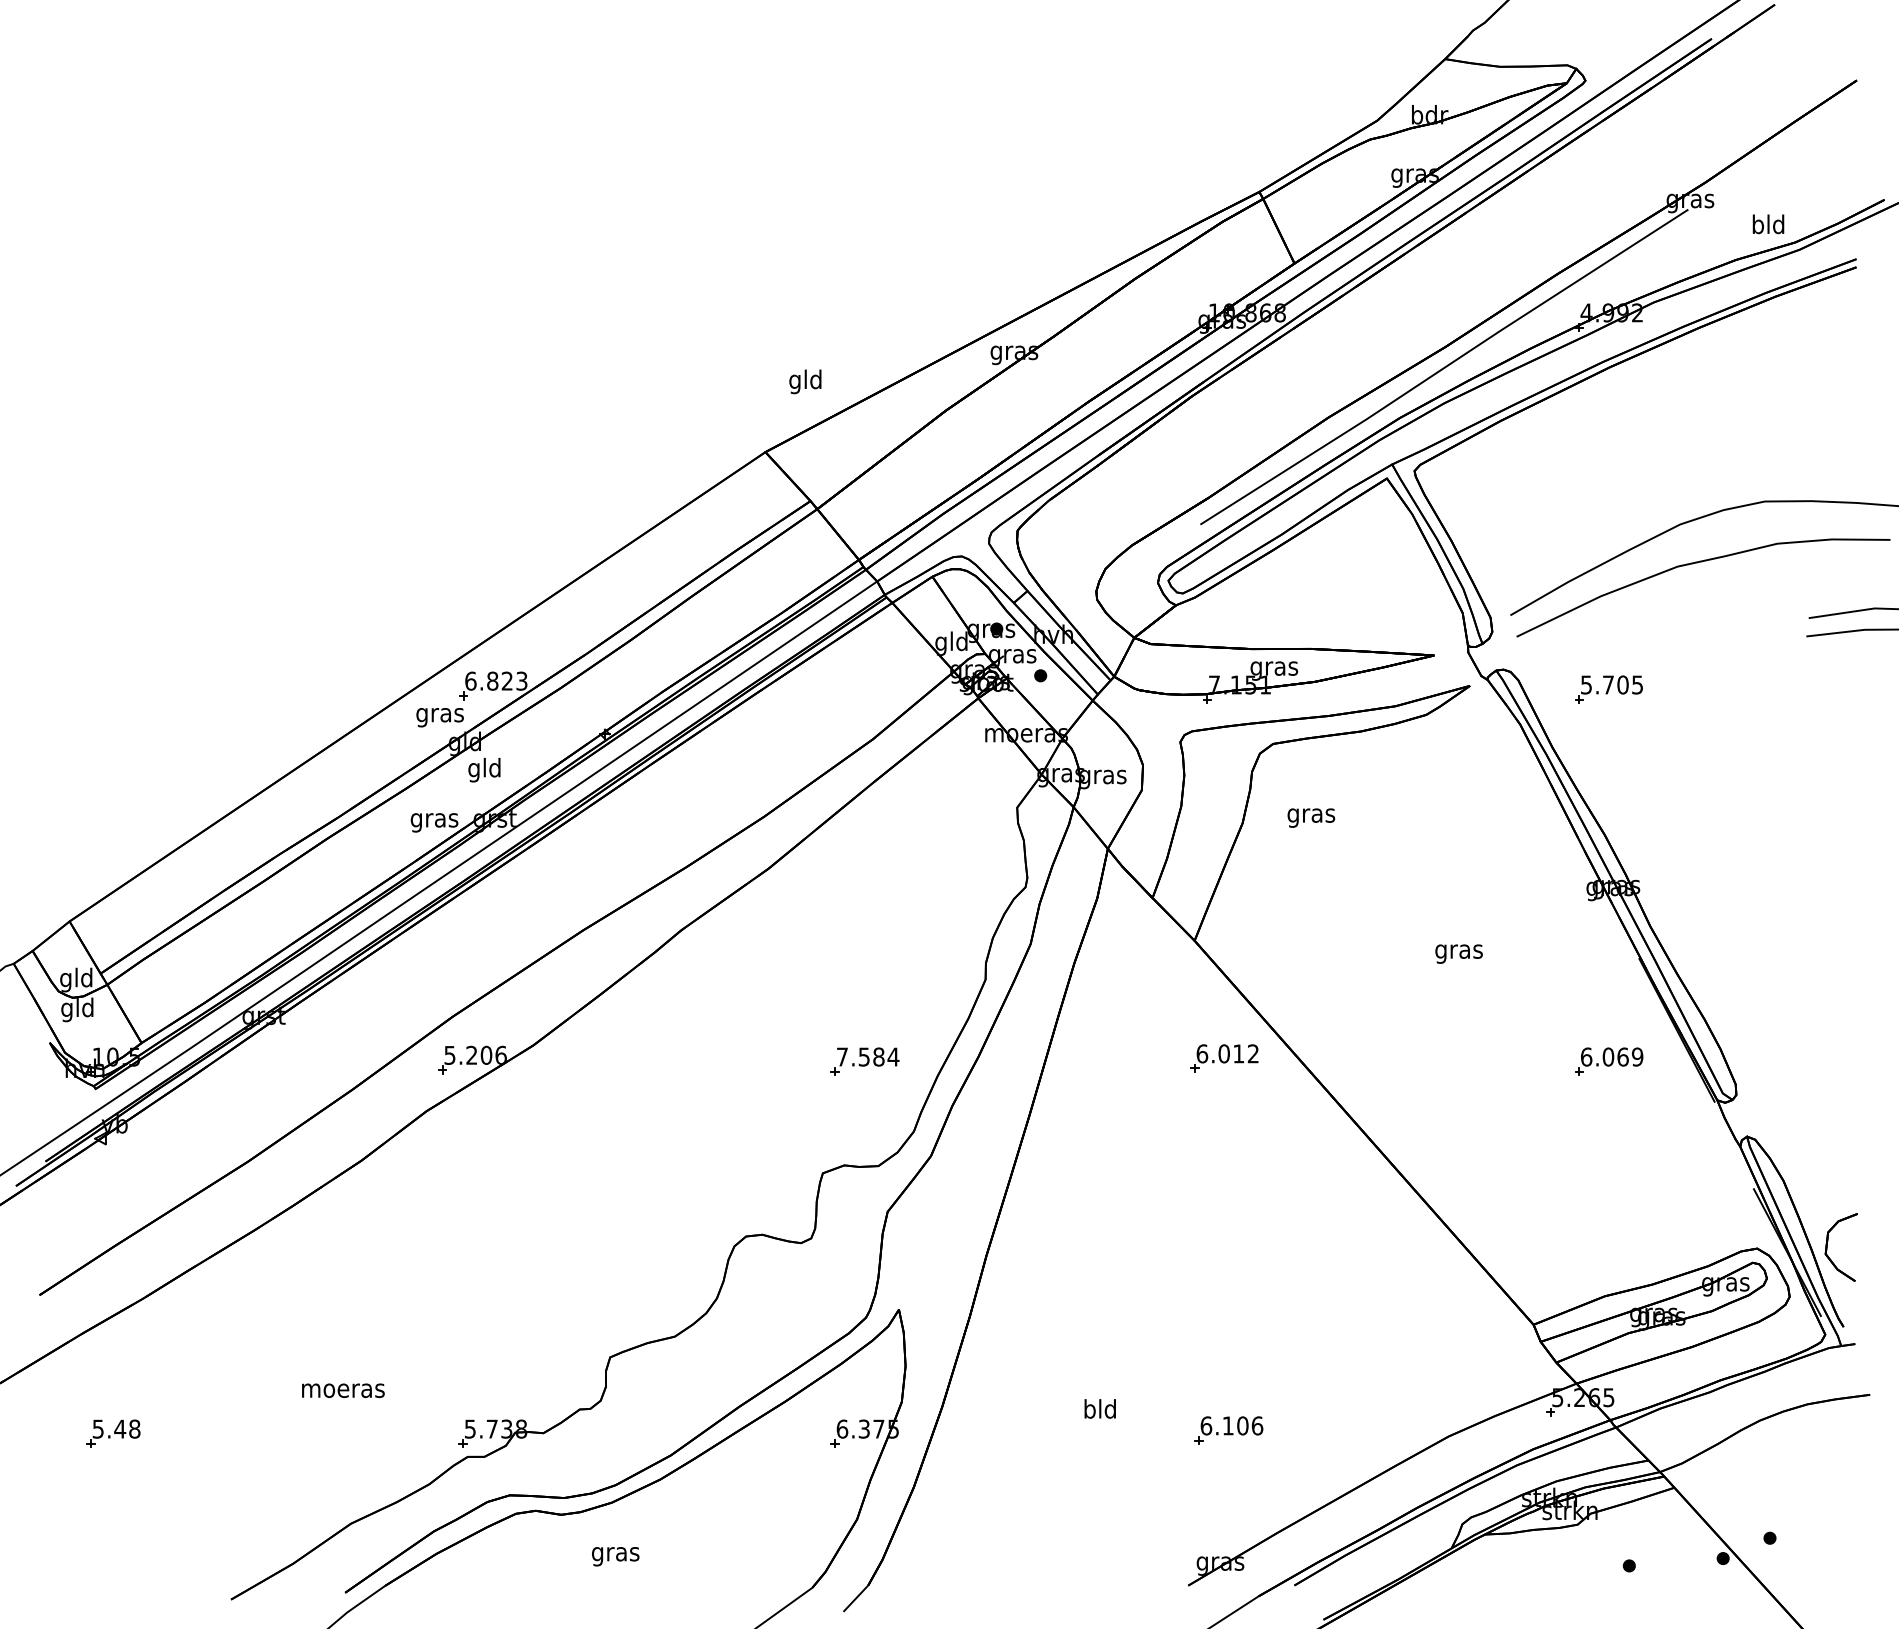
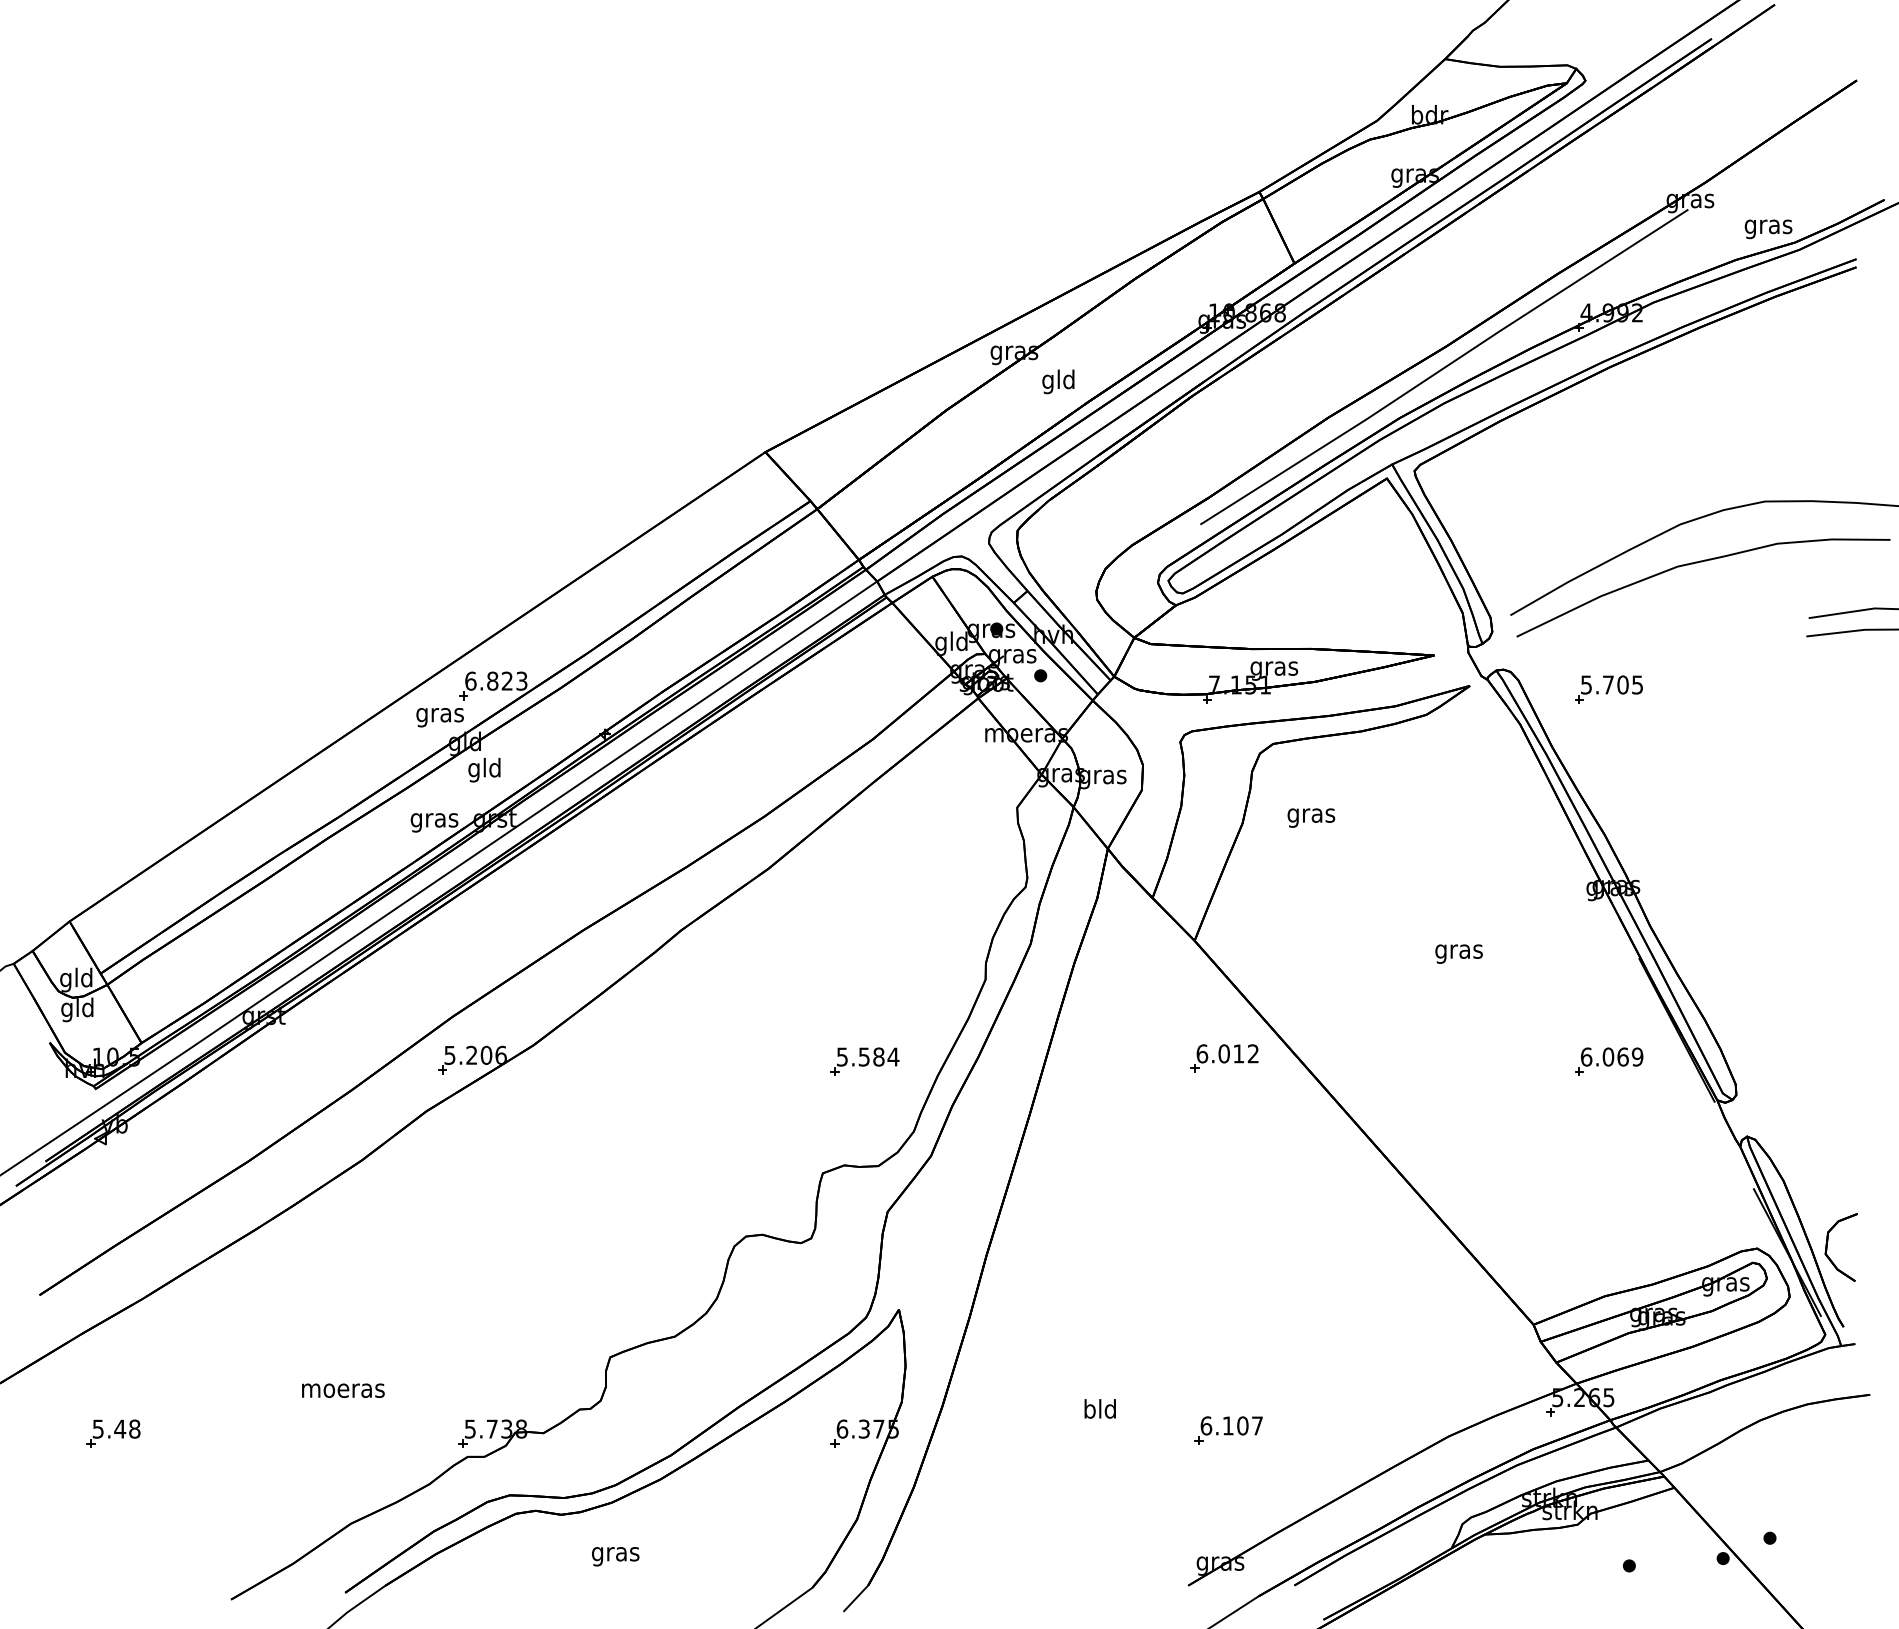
text at (1768, 226): bld -> gras
text at (805, 381) position: (805, 381) -> (1058, 381)
text at (842, 1056): 7.584 -> 5.584
text at (1257, 1425): 6.106 -> 6.107
